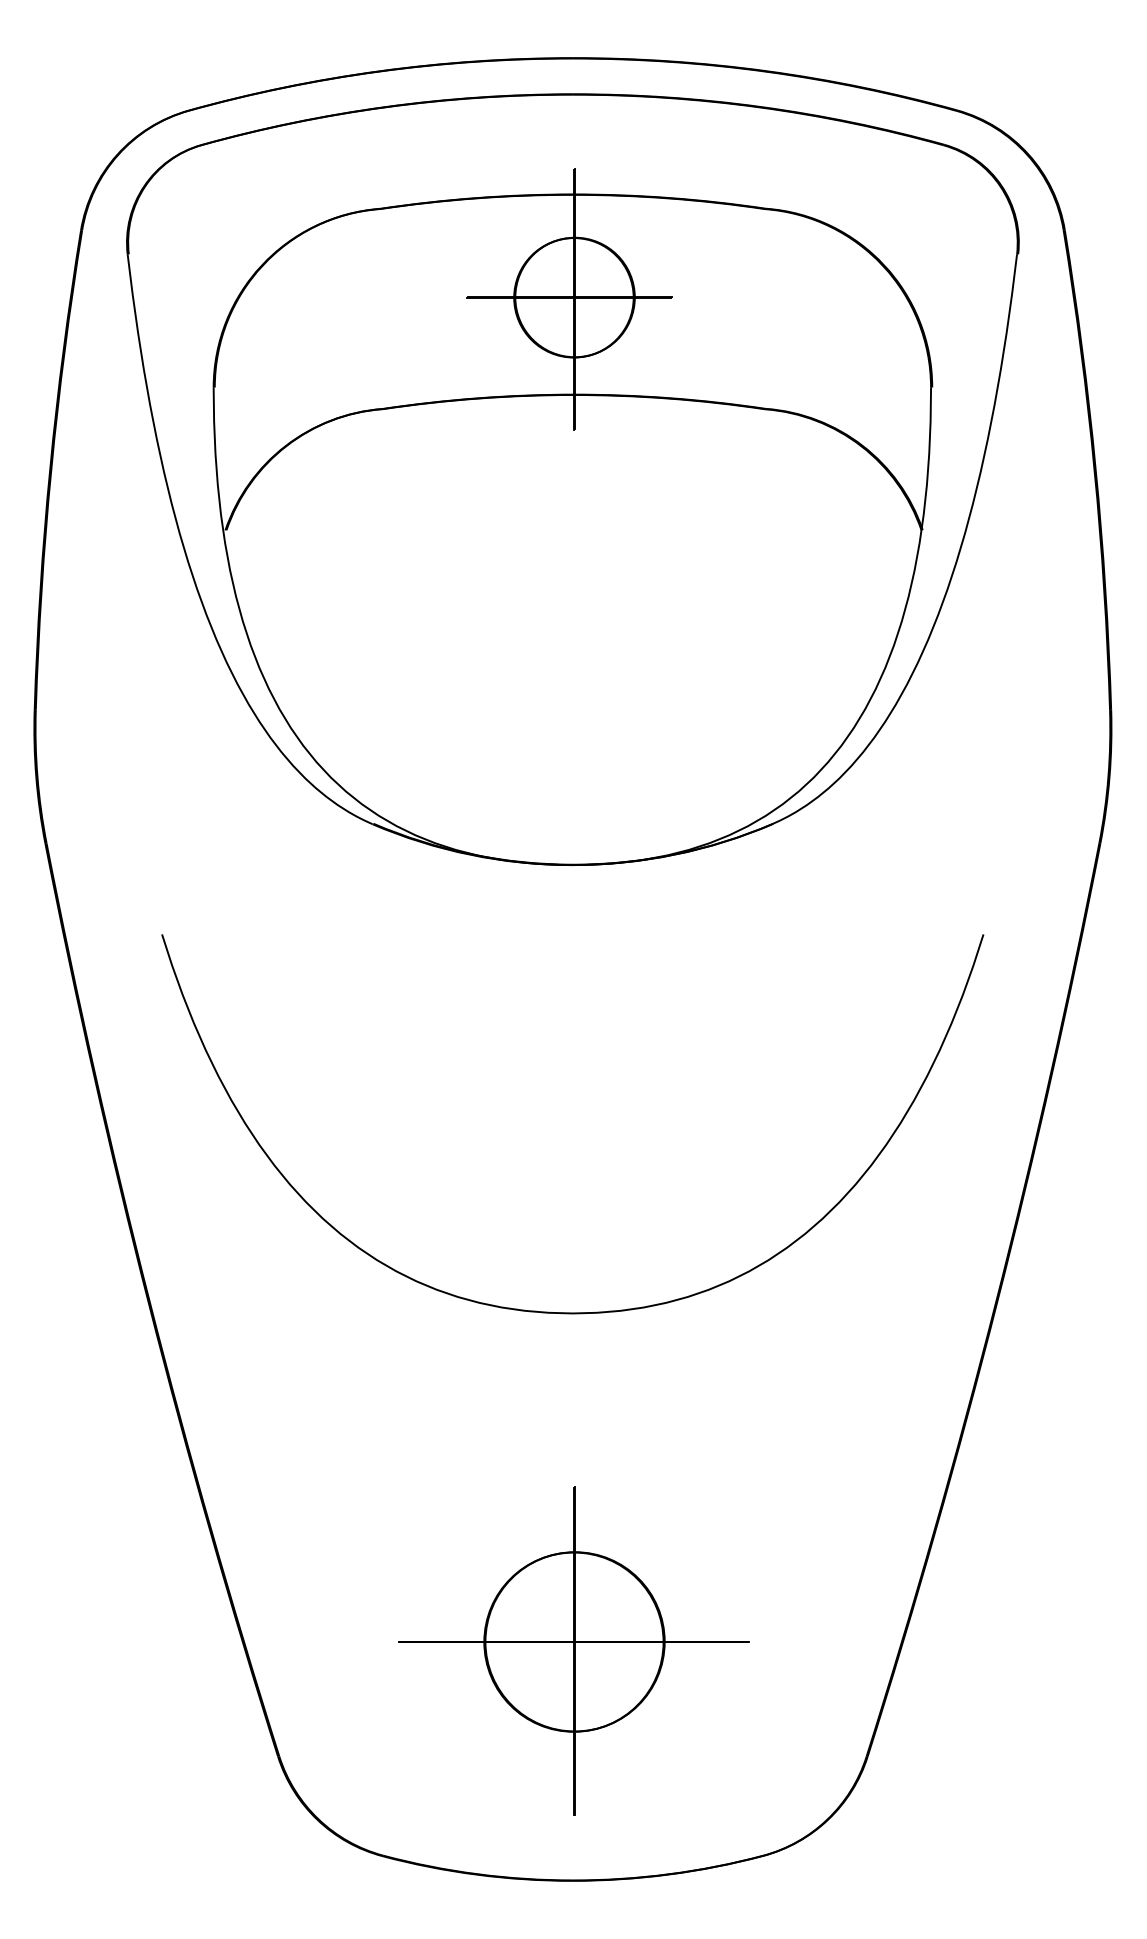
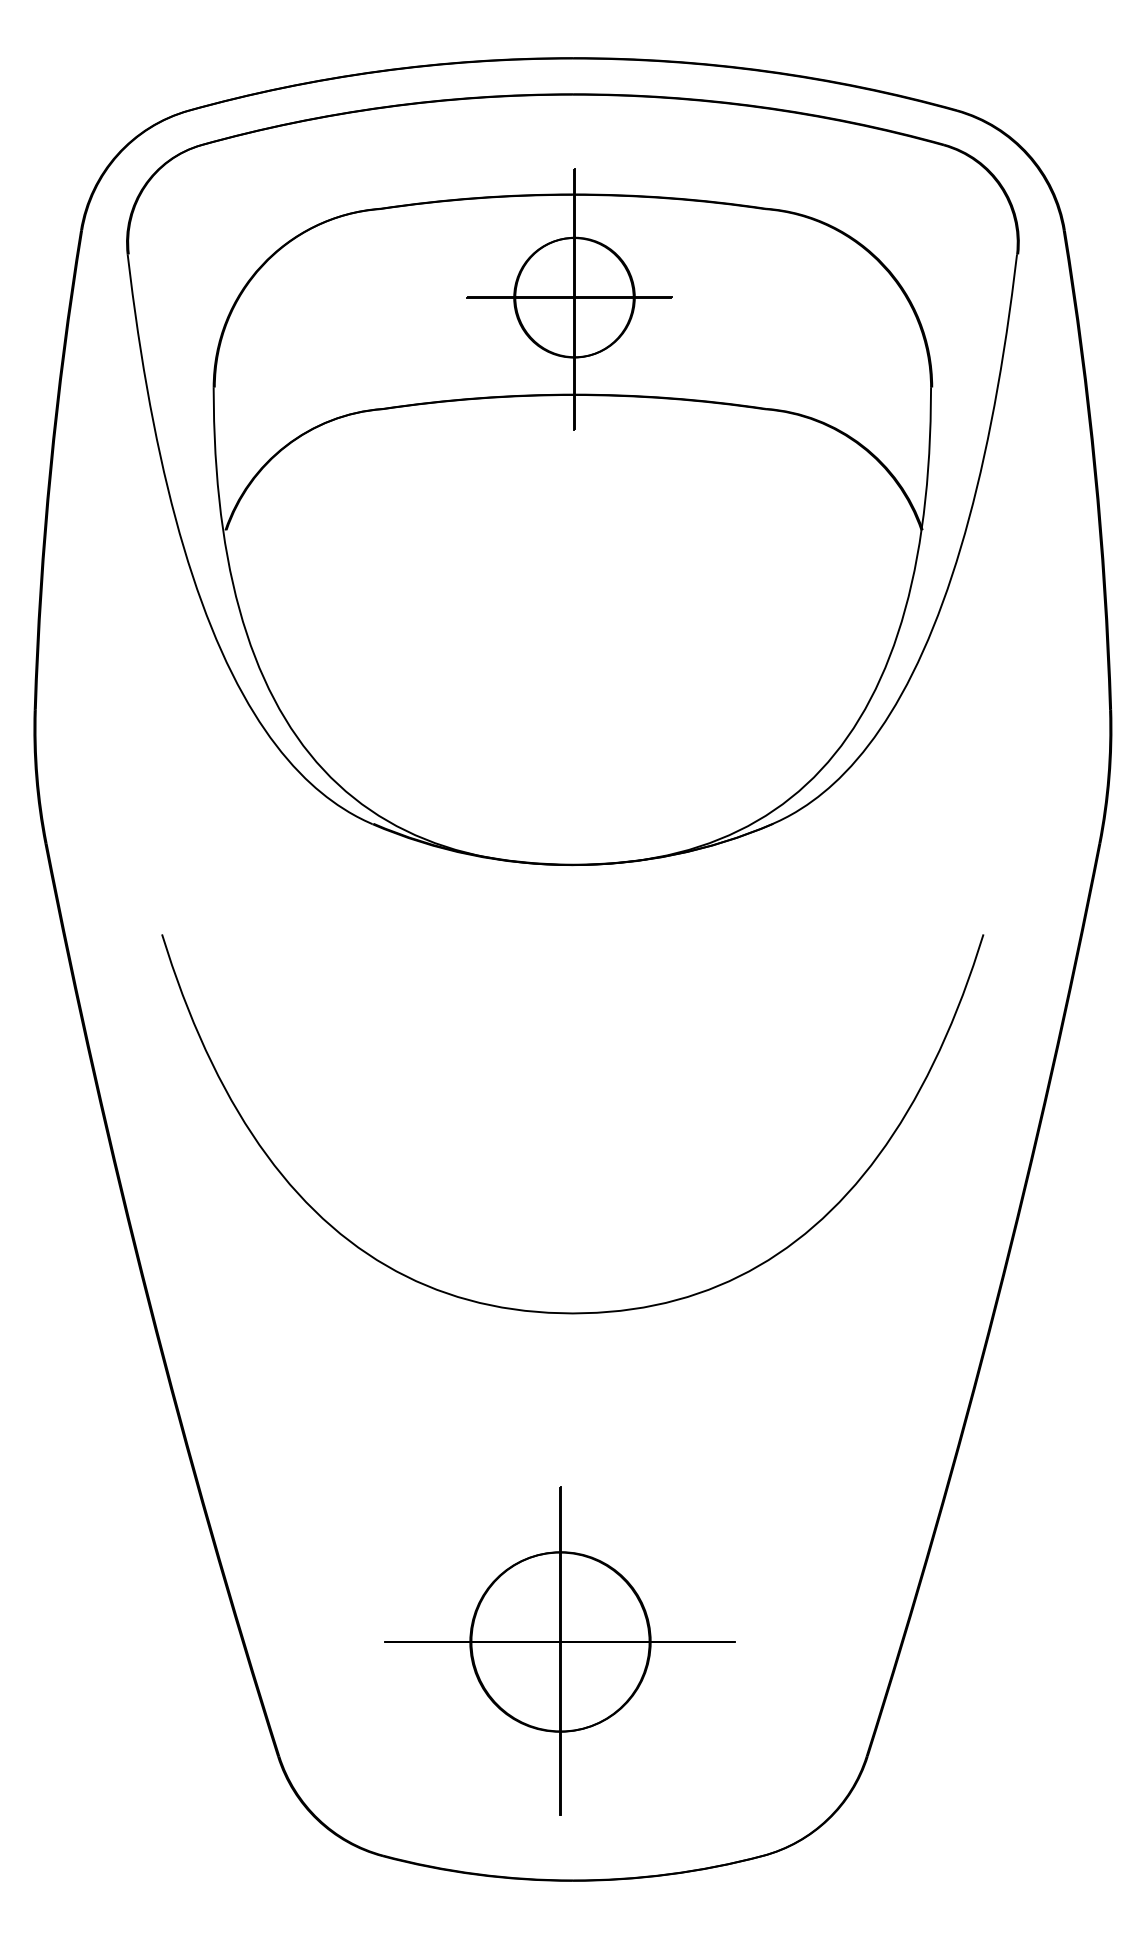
part at (573, 1650) position: (573, 1650) -> (559, 1650)
